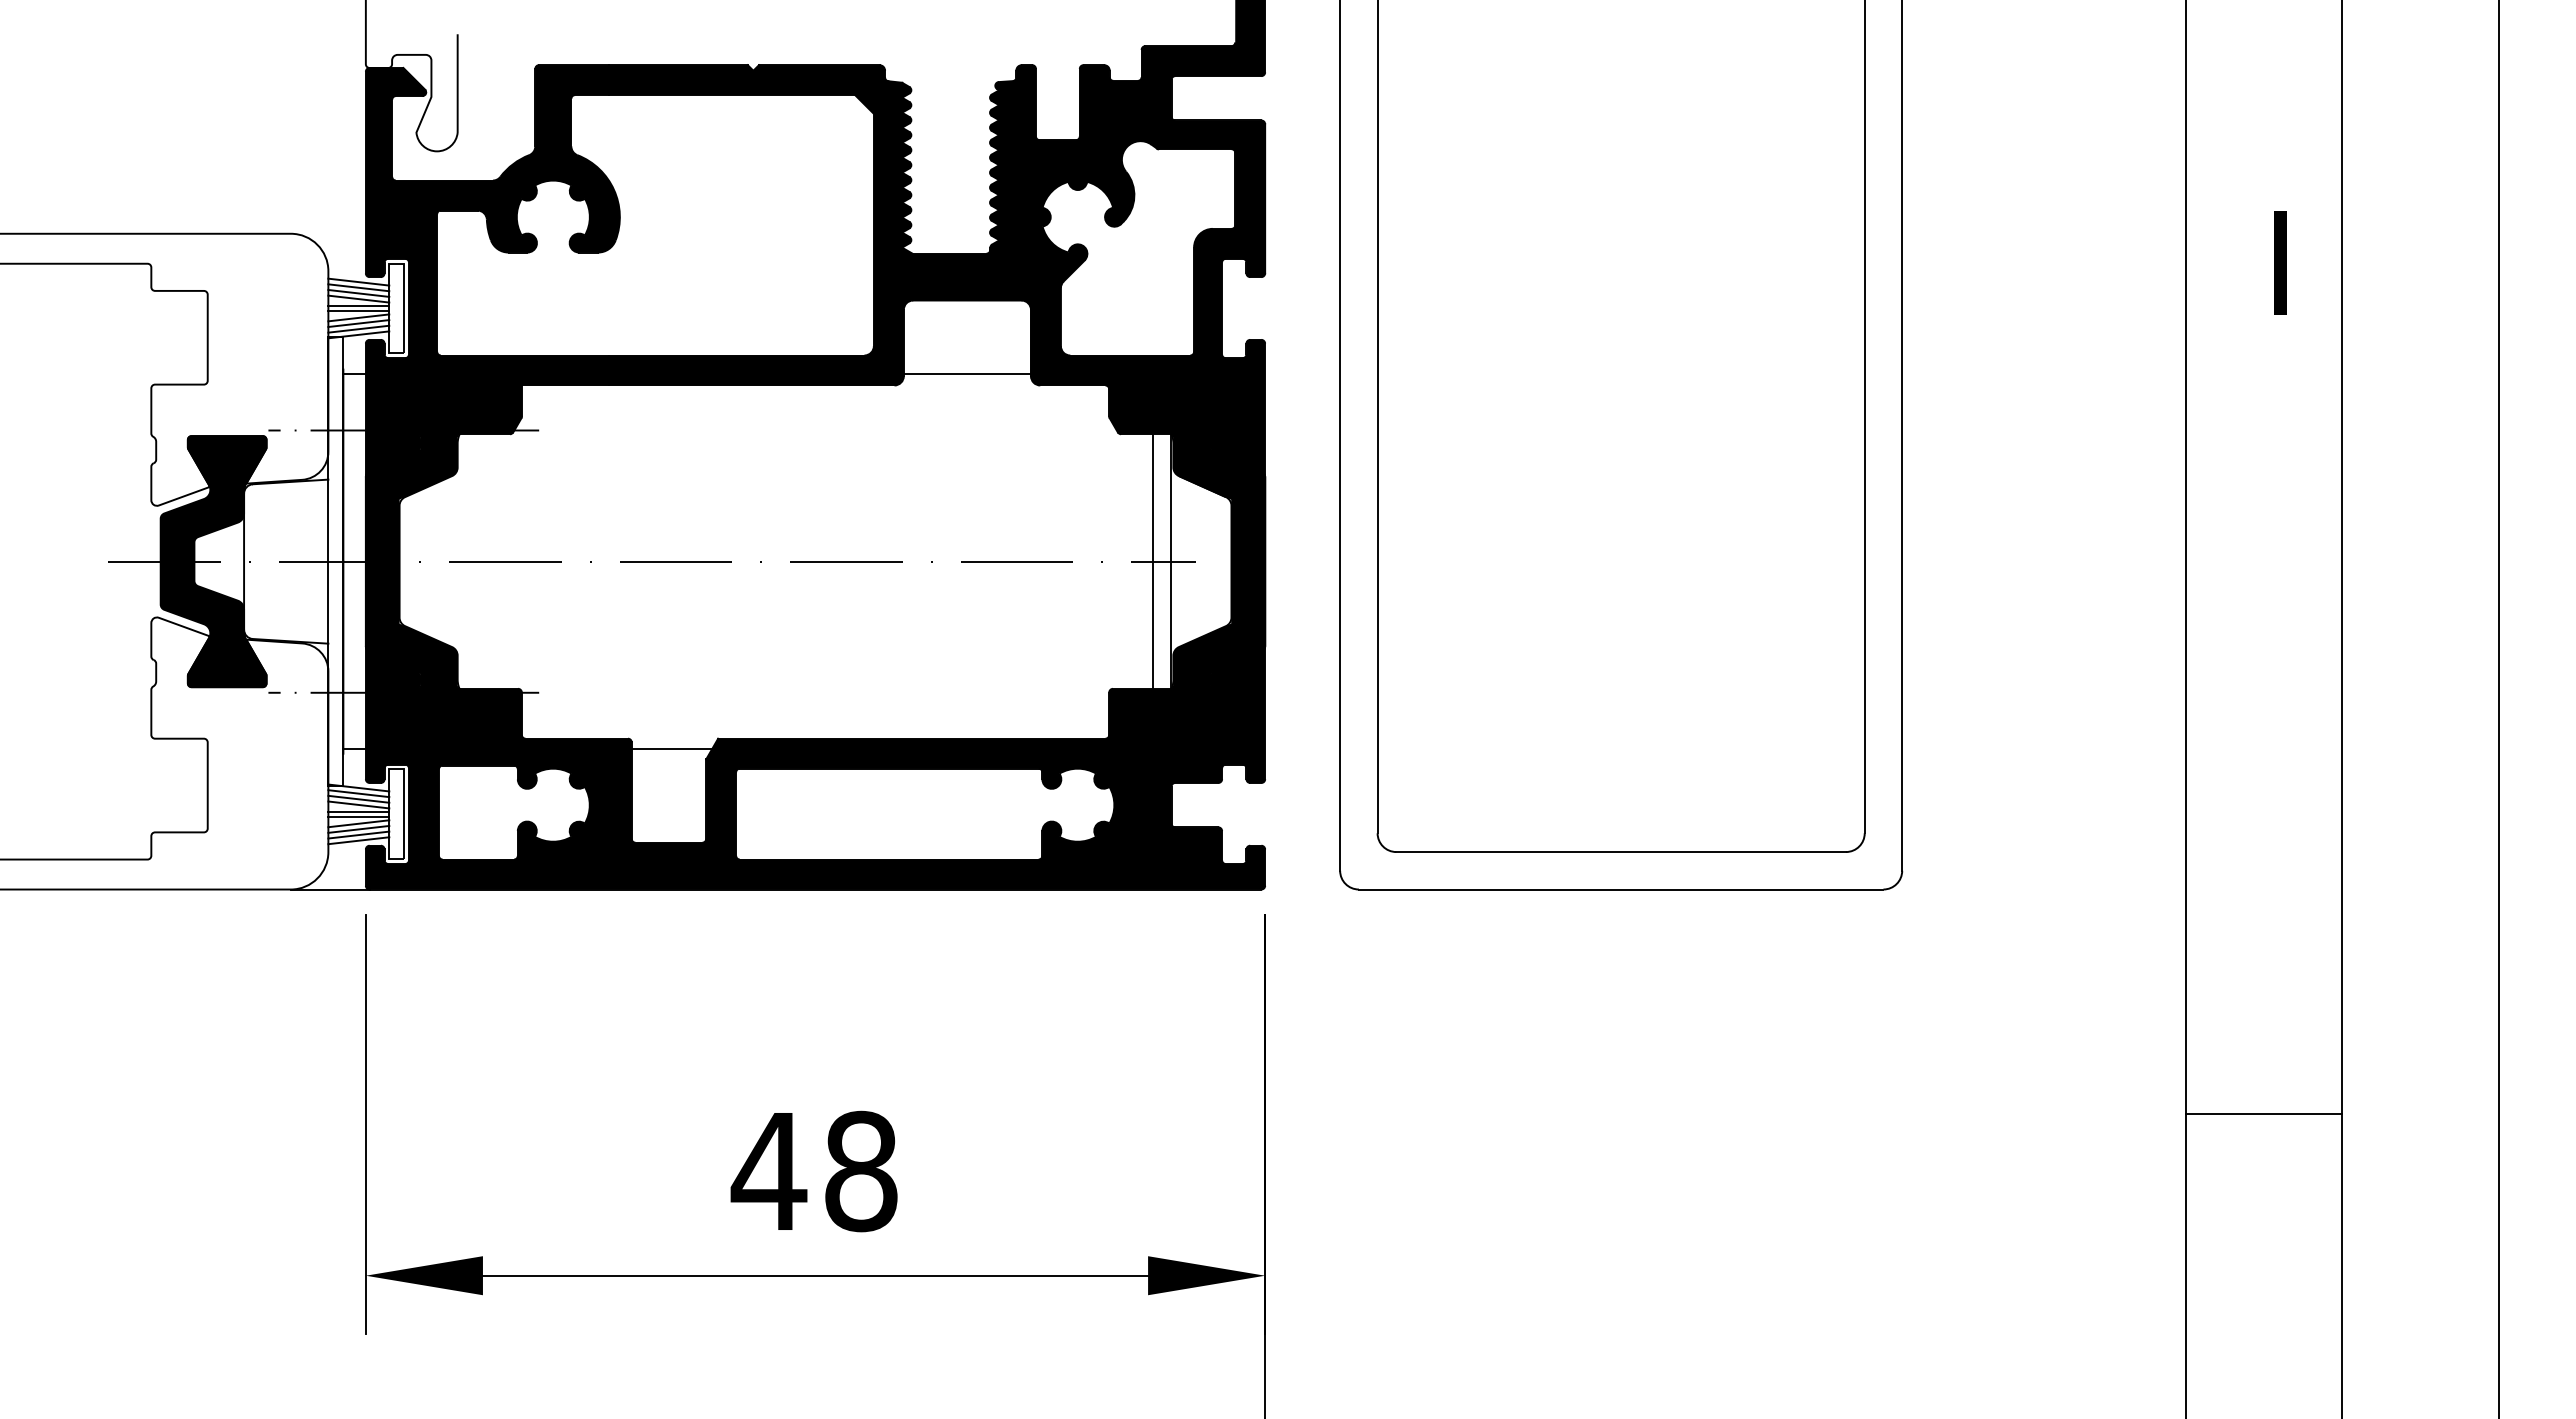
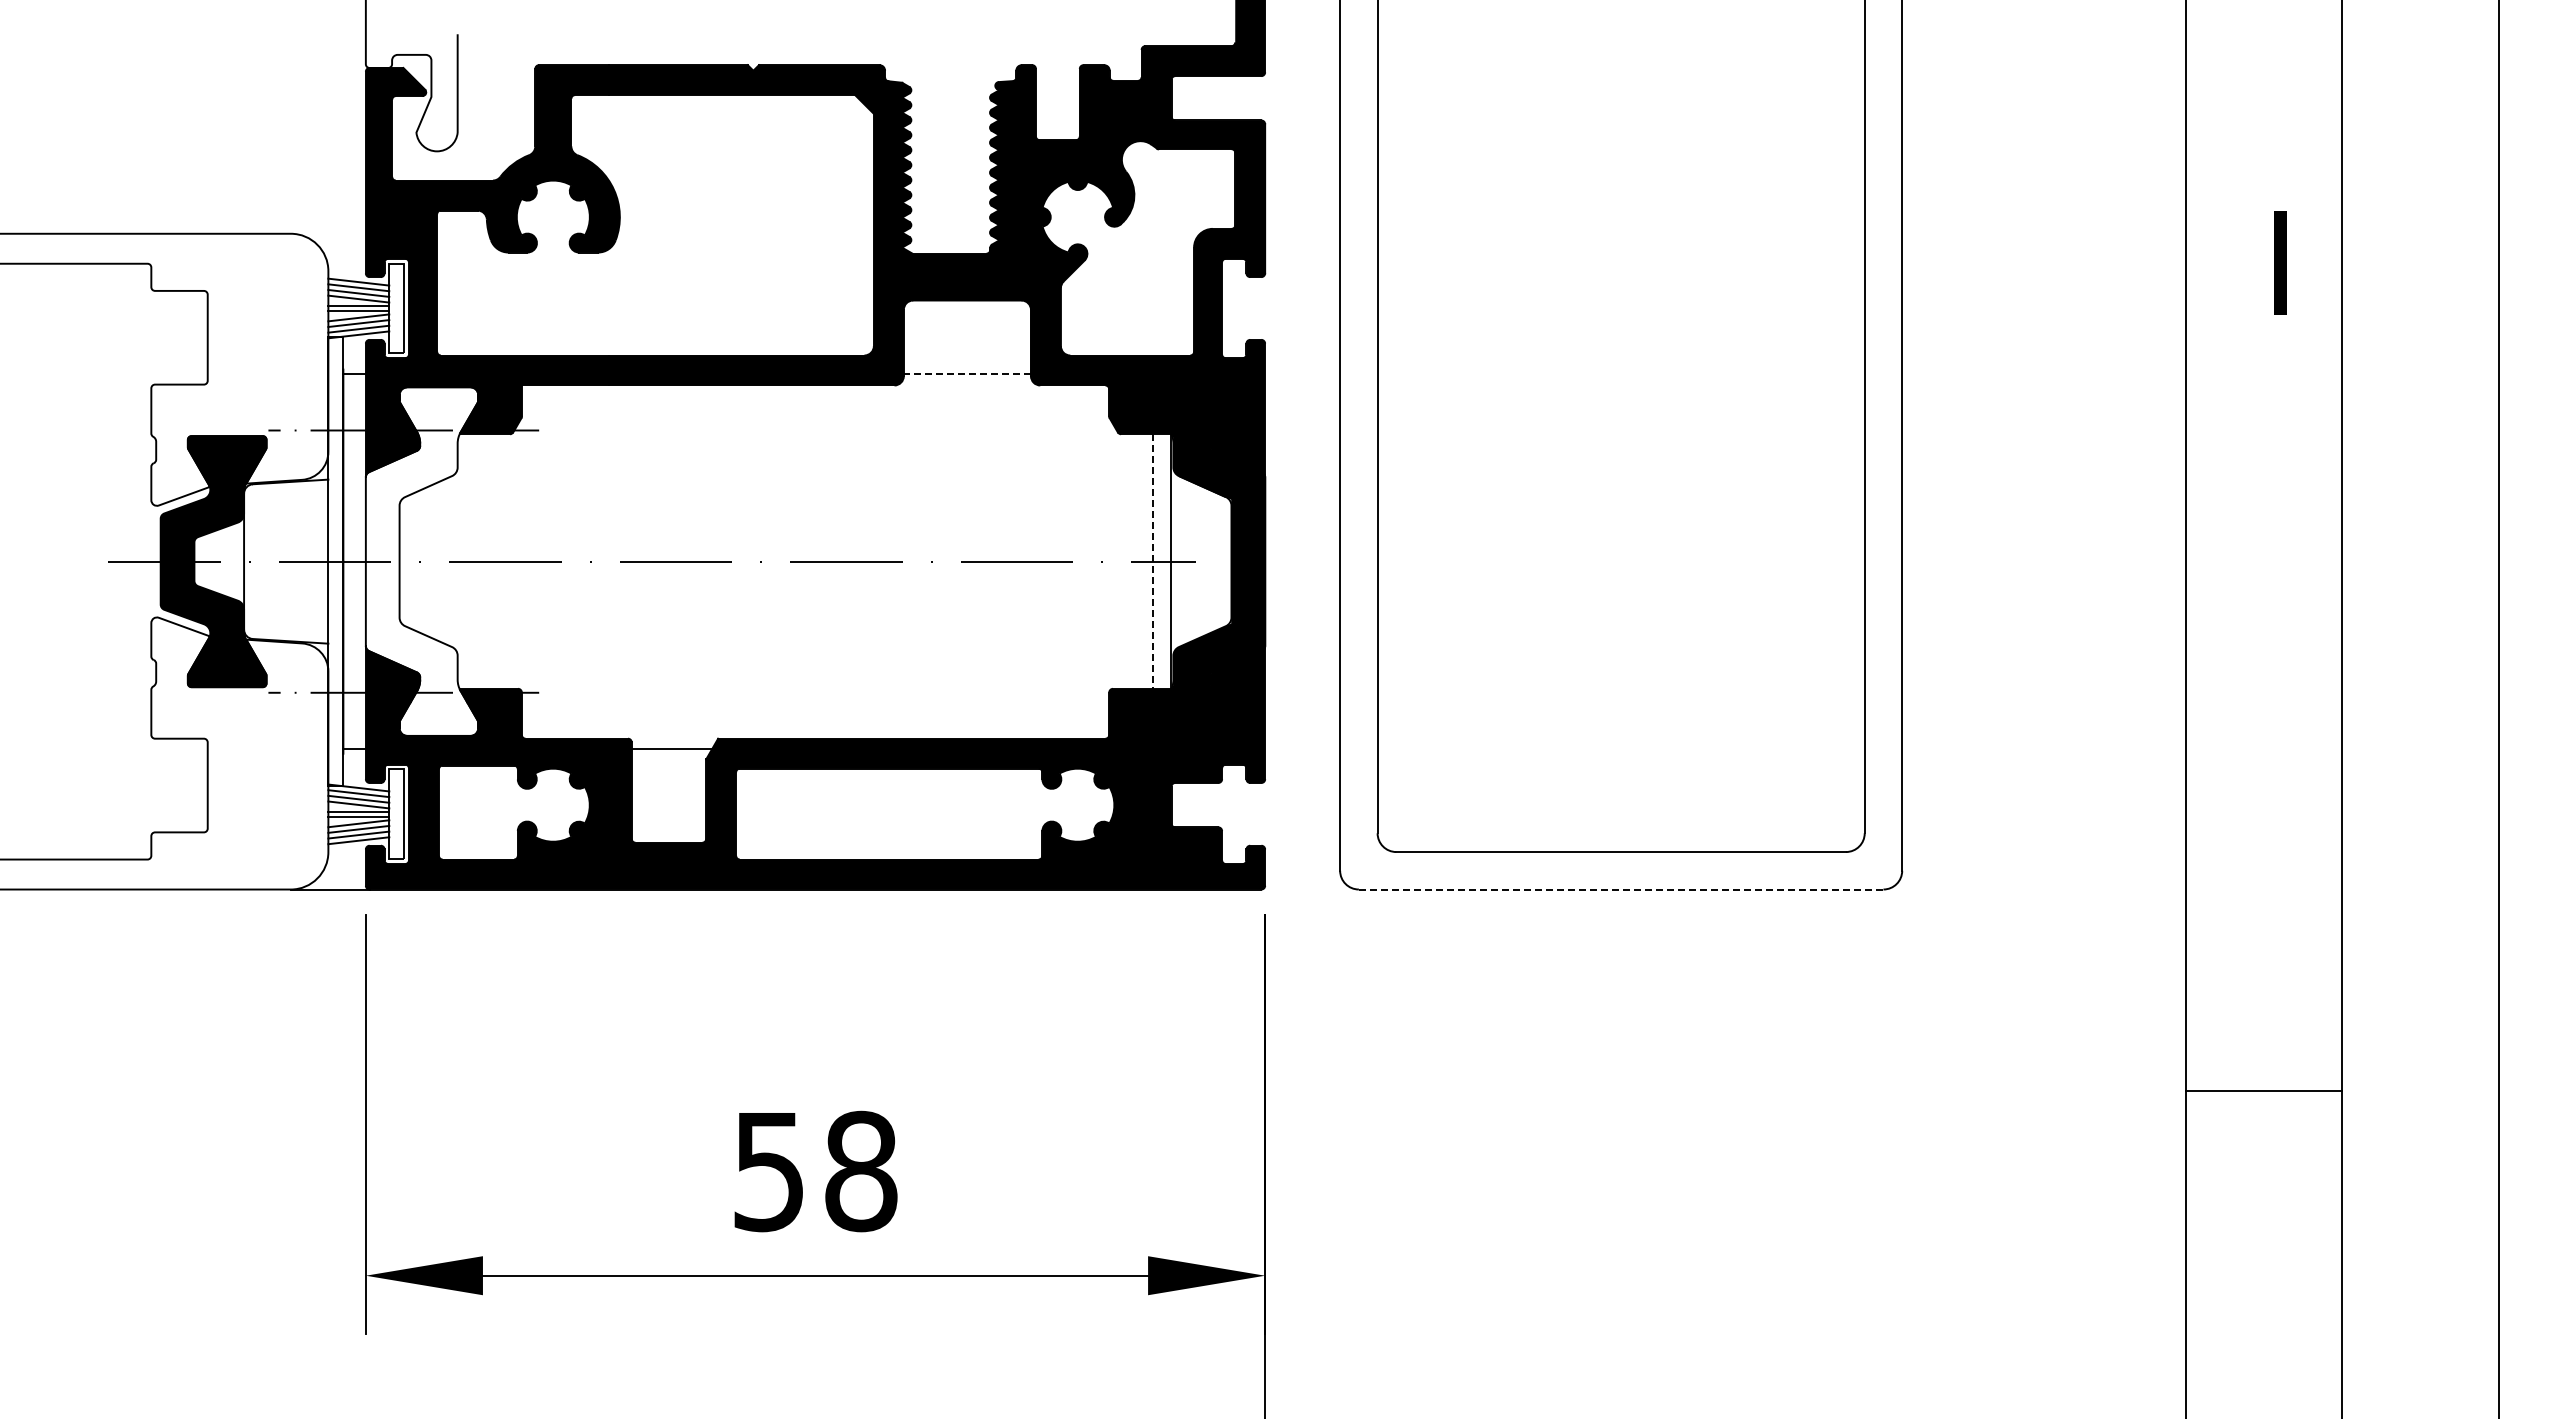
line at (967, 374): solid -> dashed
fill at (421, 561): present -> none
line at (1152, 562): solid -> dashed
line at (1621, 889): solid -> dashed
line at (2263, 1114) position: (2263, 1114) -> (2263, 1091)
text at (768, 1172): 48 -> 58
